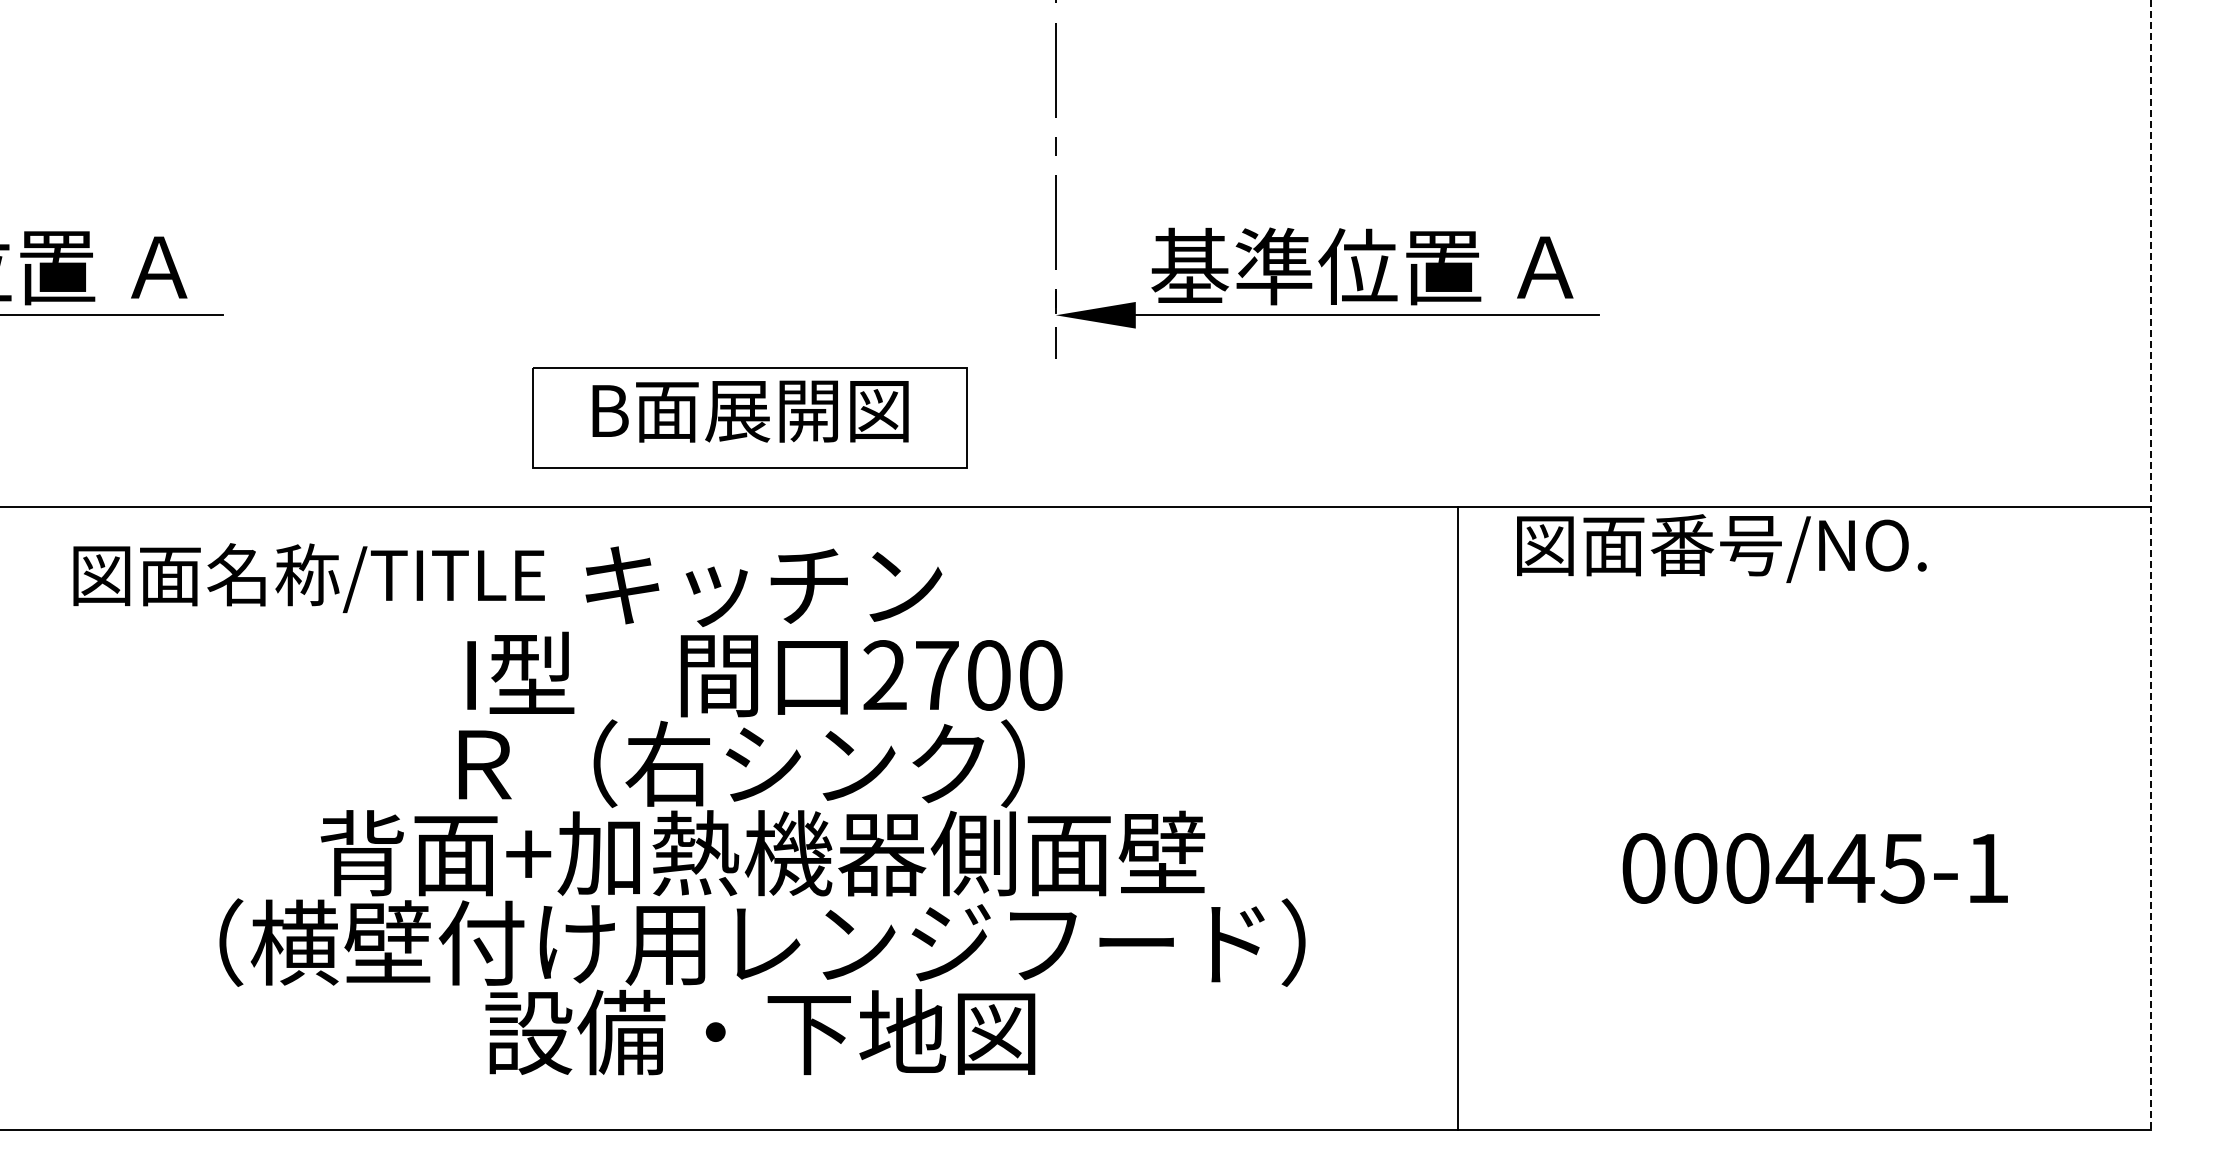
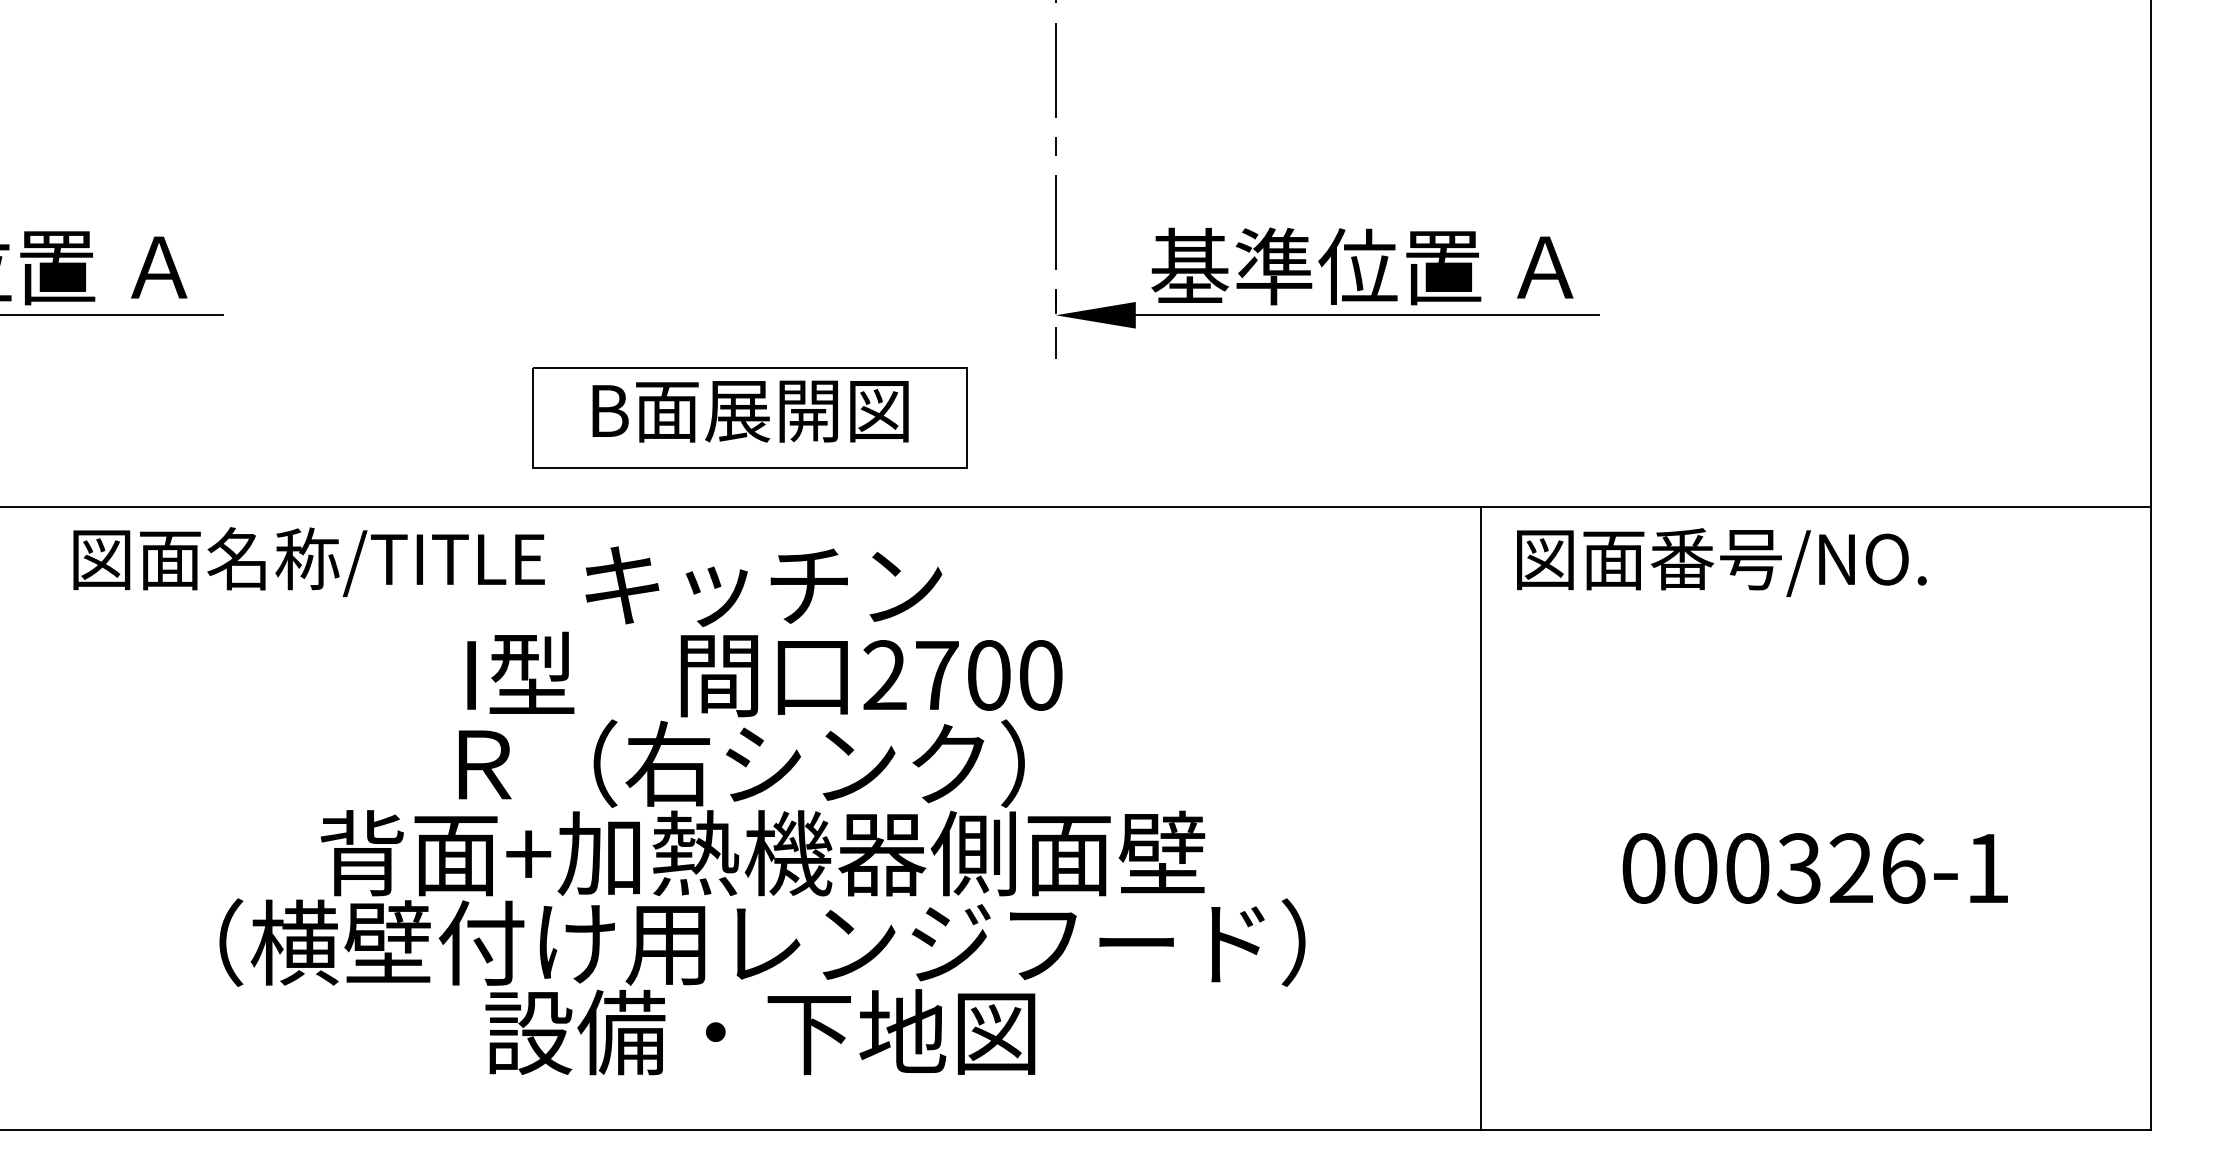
text at (1721, 548) position: (1721, 548) -> (1721, 562)
line at (2151, 565): dashed -> solid
text at (308, 577) position: (308, 577) -> (308, 561)
line at (1457, 818) position: (1457, 818) -> (1480, 818)
text at (1850, 868): 000445-1 -> 000326-1
